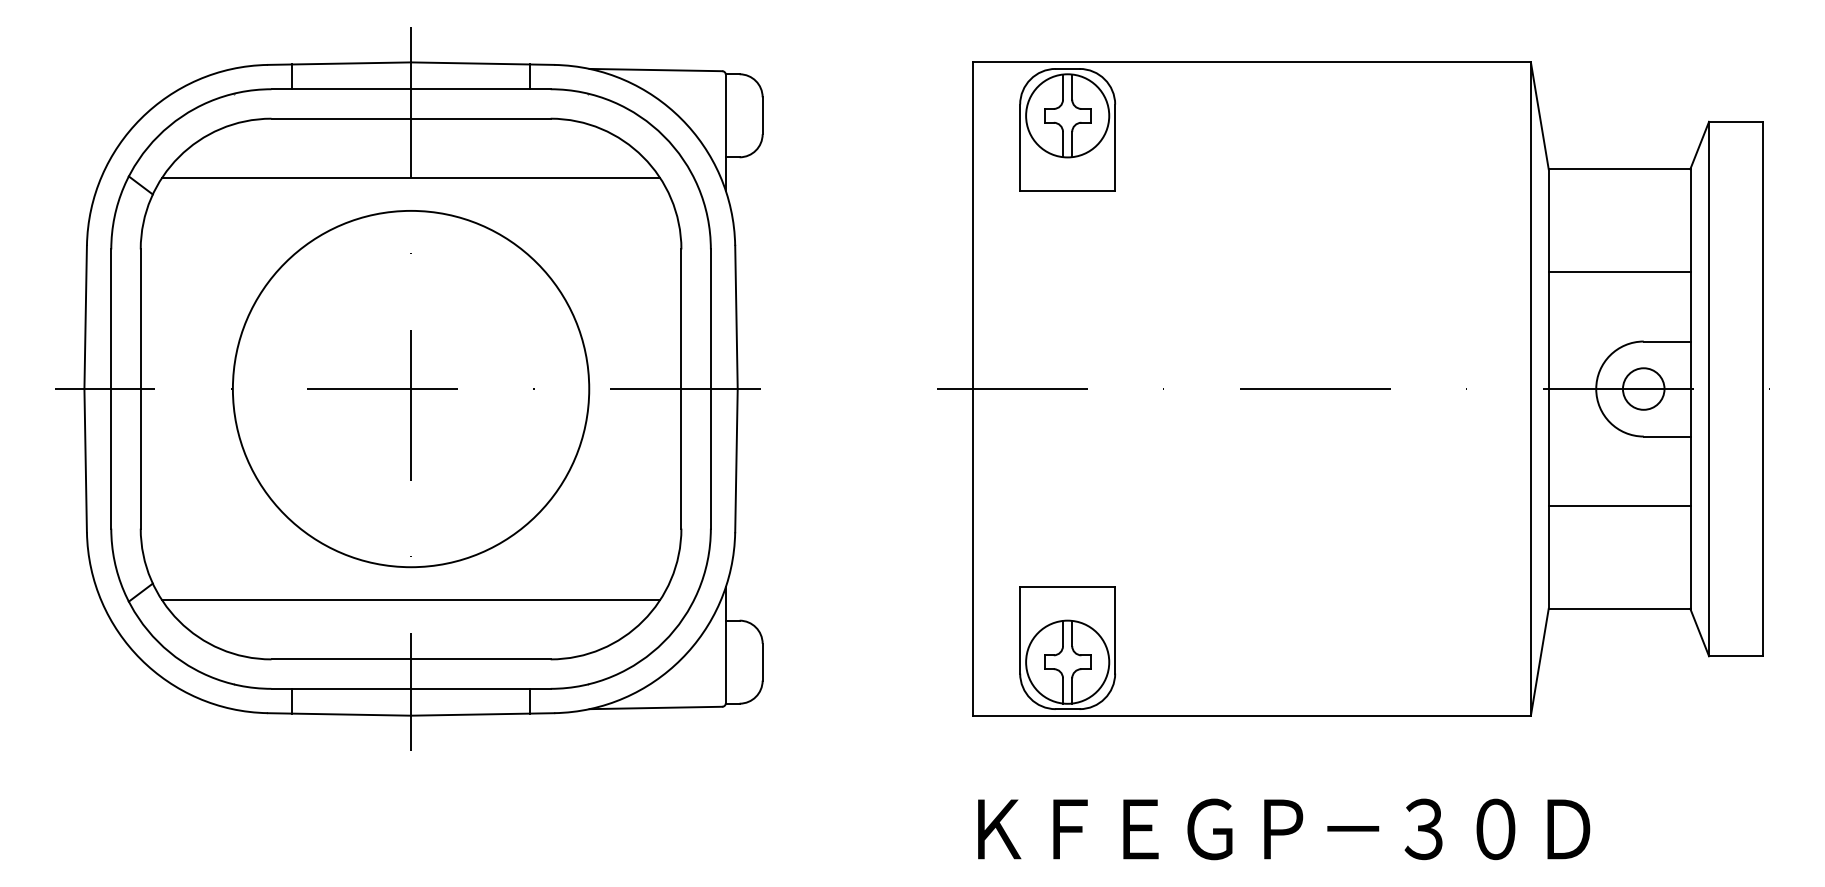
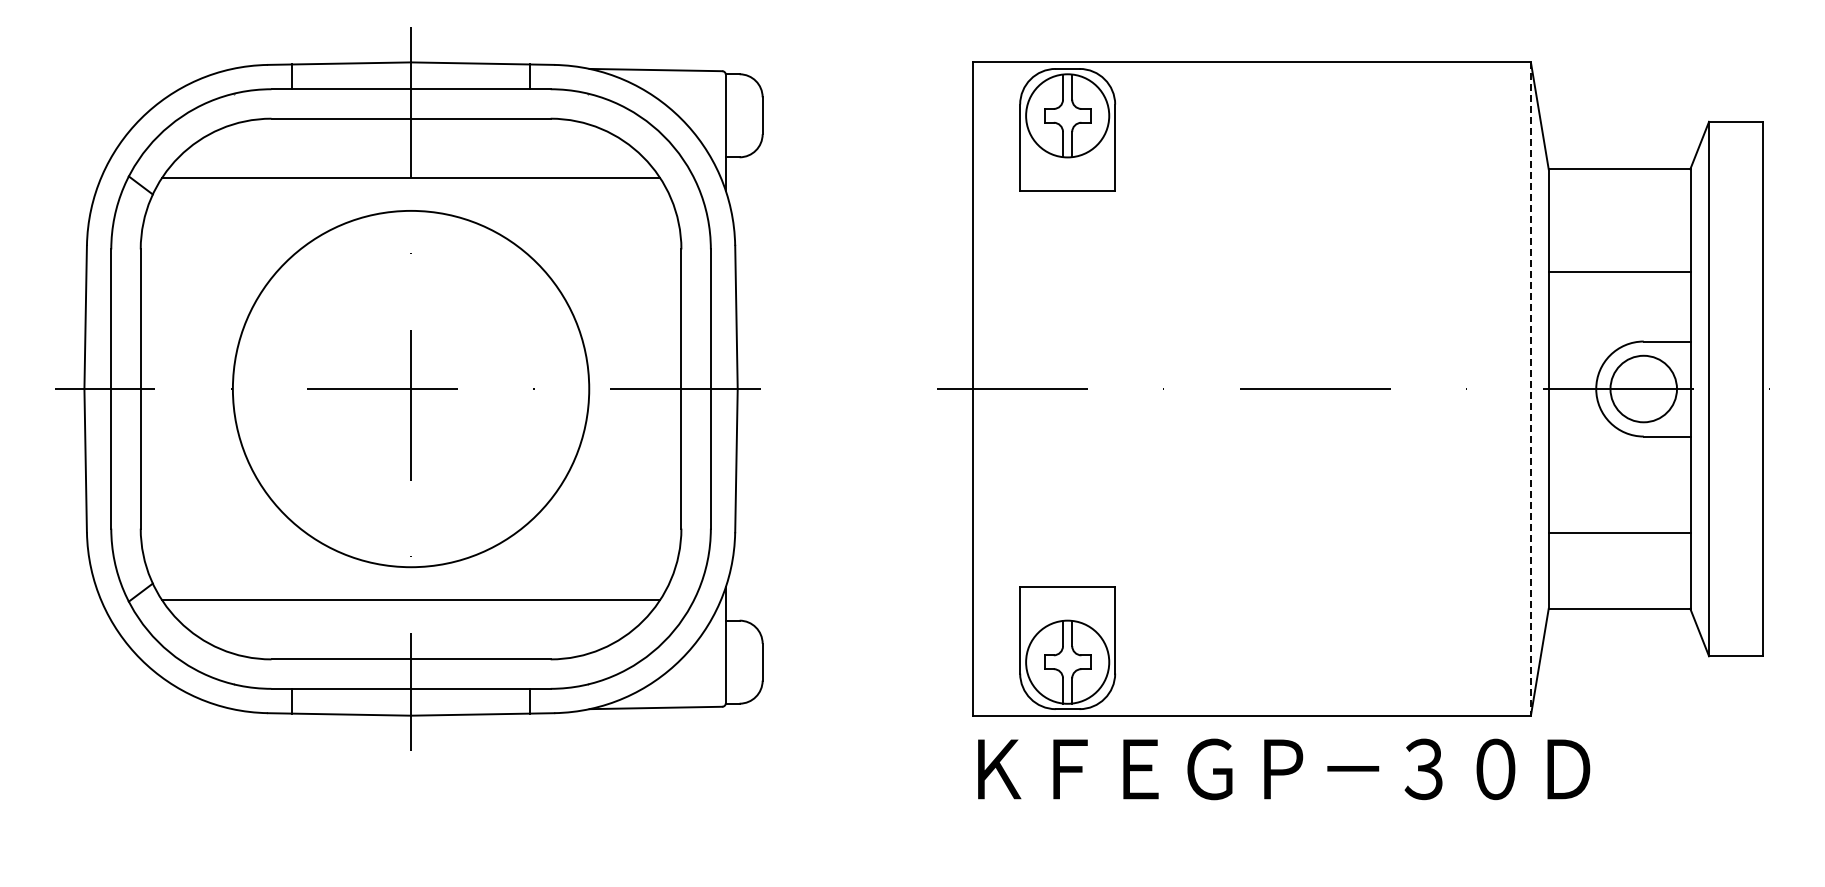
circle at (1643, 388) diameter: 42 px -> 67 px
line at (1530, 389): solid -> dashed
line at (1619, 506) position: (1619, 506) -> (1619, 533)
text at (1284, 829) position: (1284, 829) -> (1284, 769)
